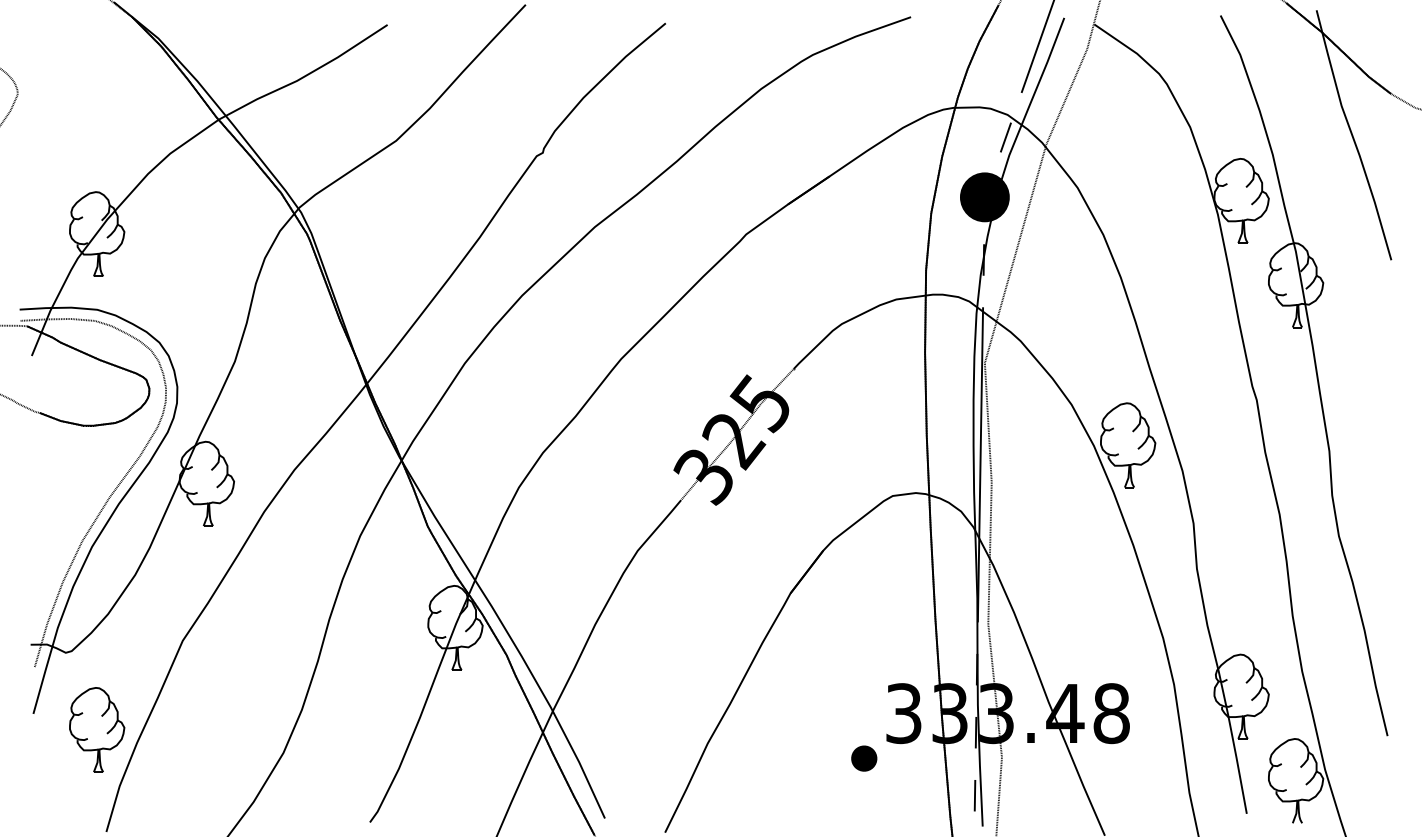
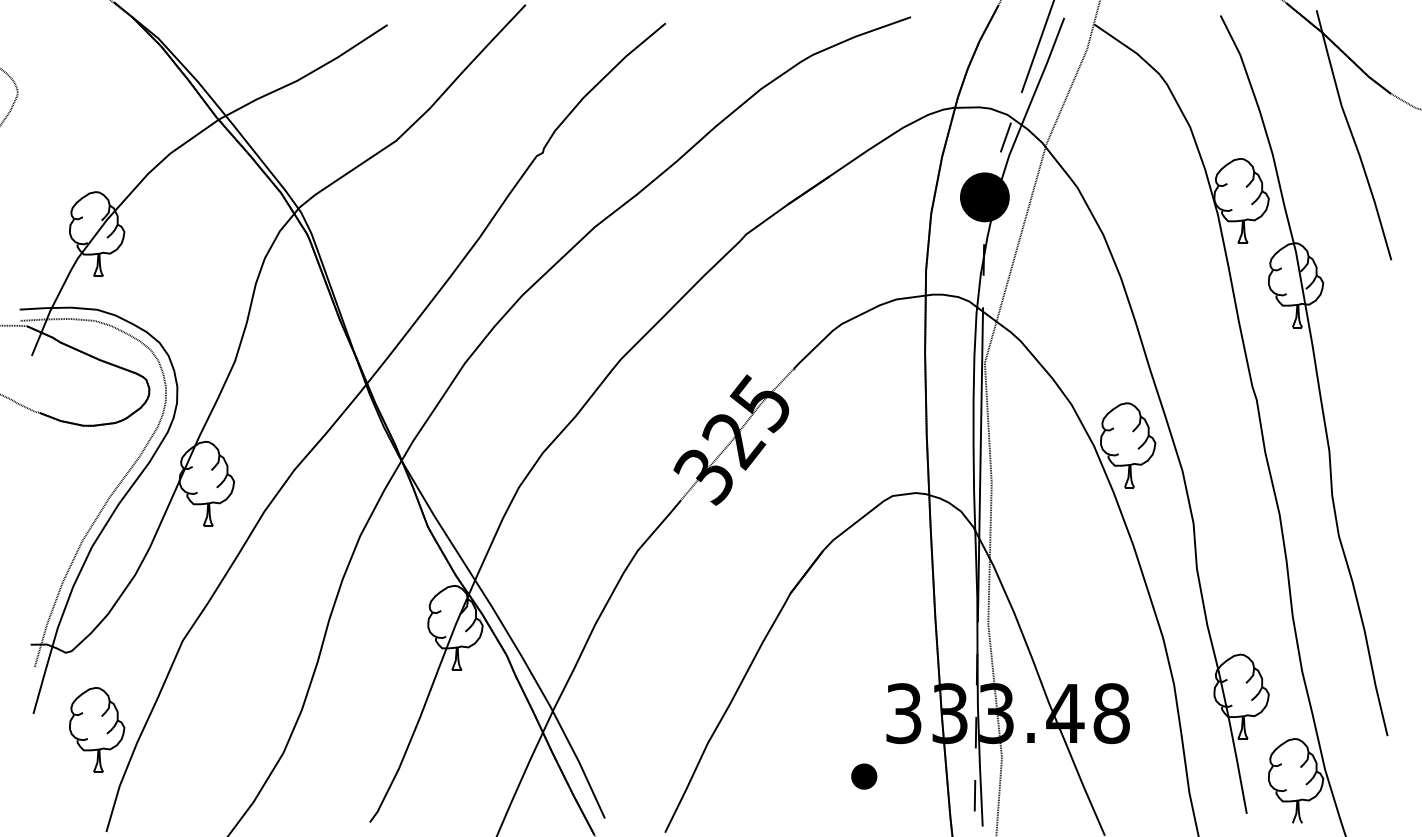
part at (864, 758) position: (864, 758) -> (864, 776)
